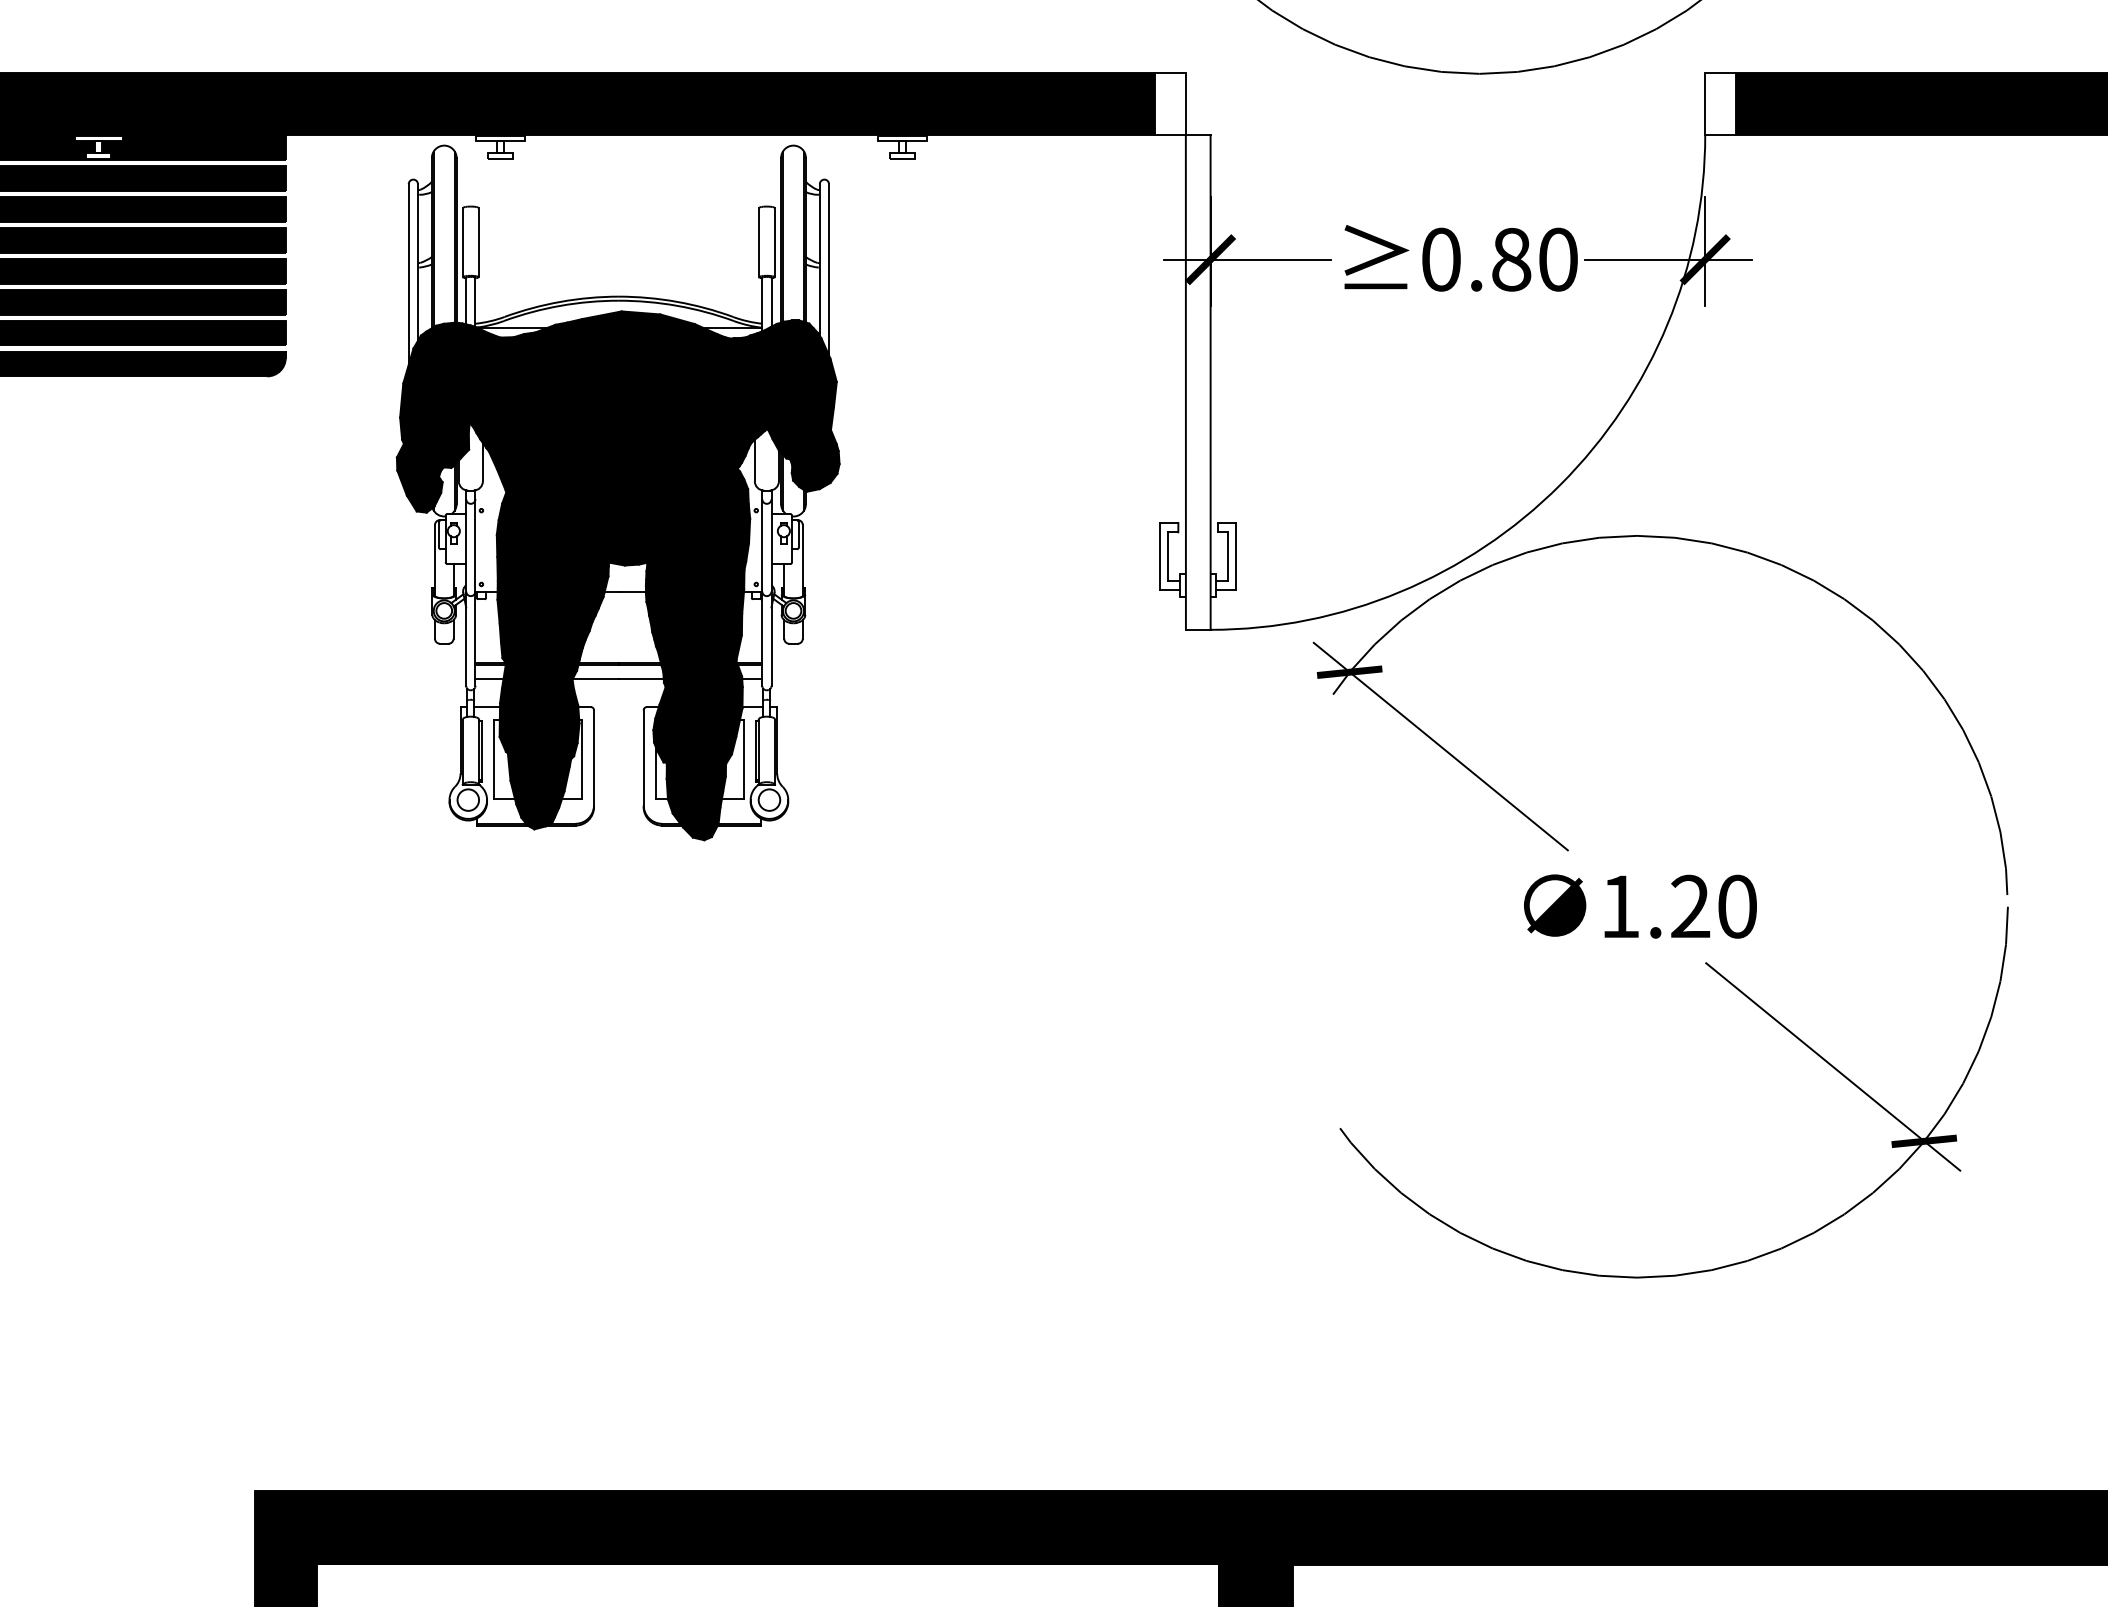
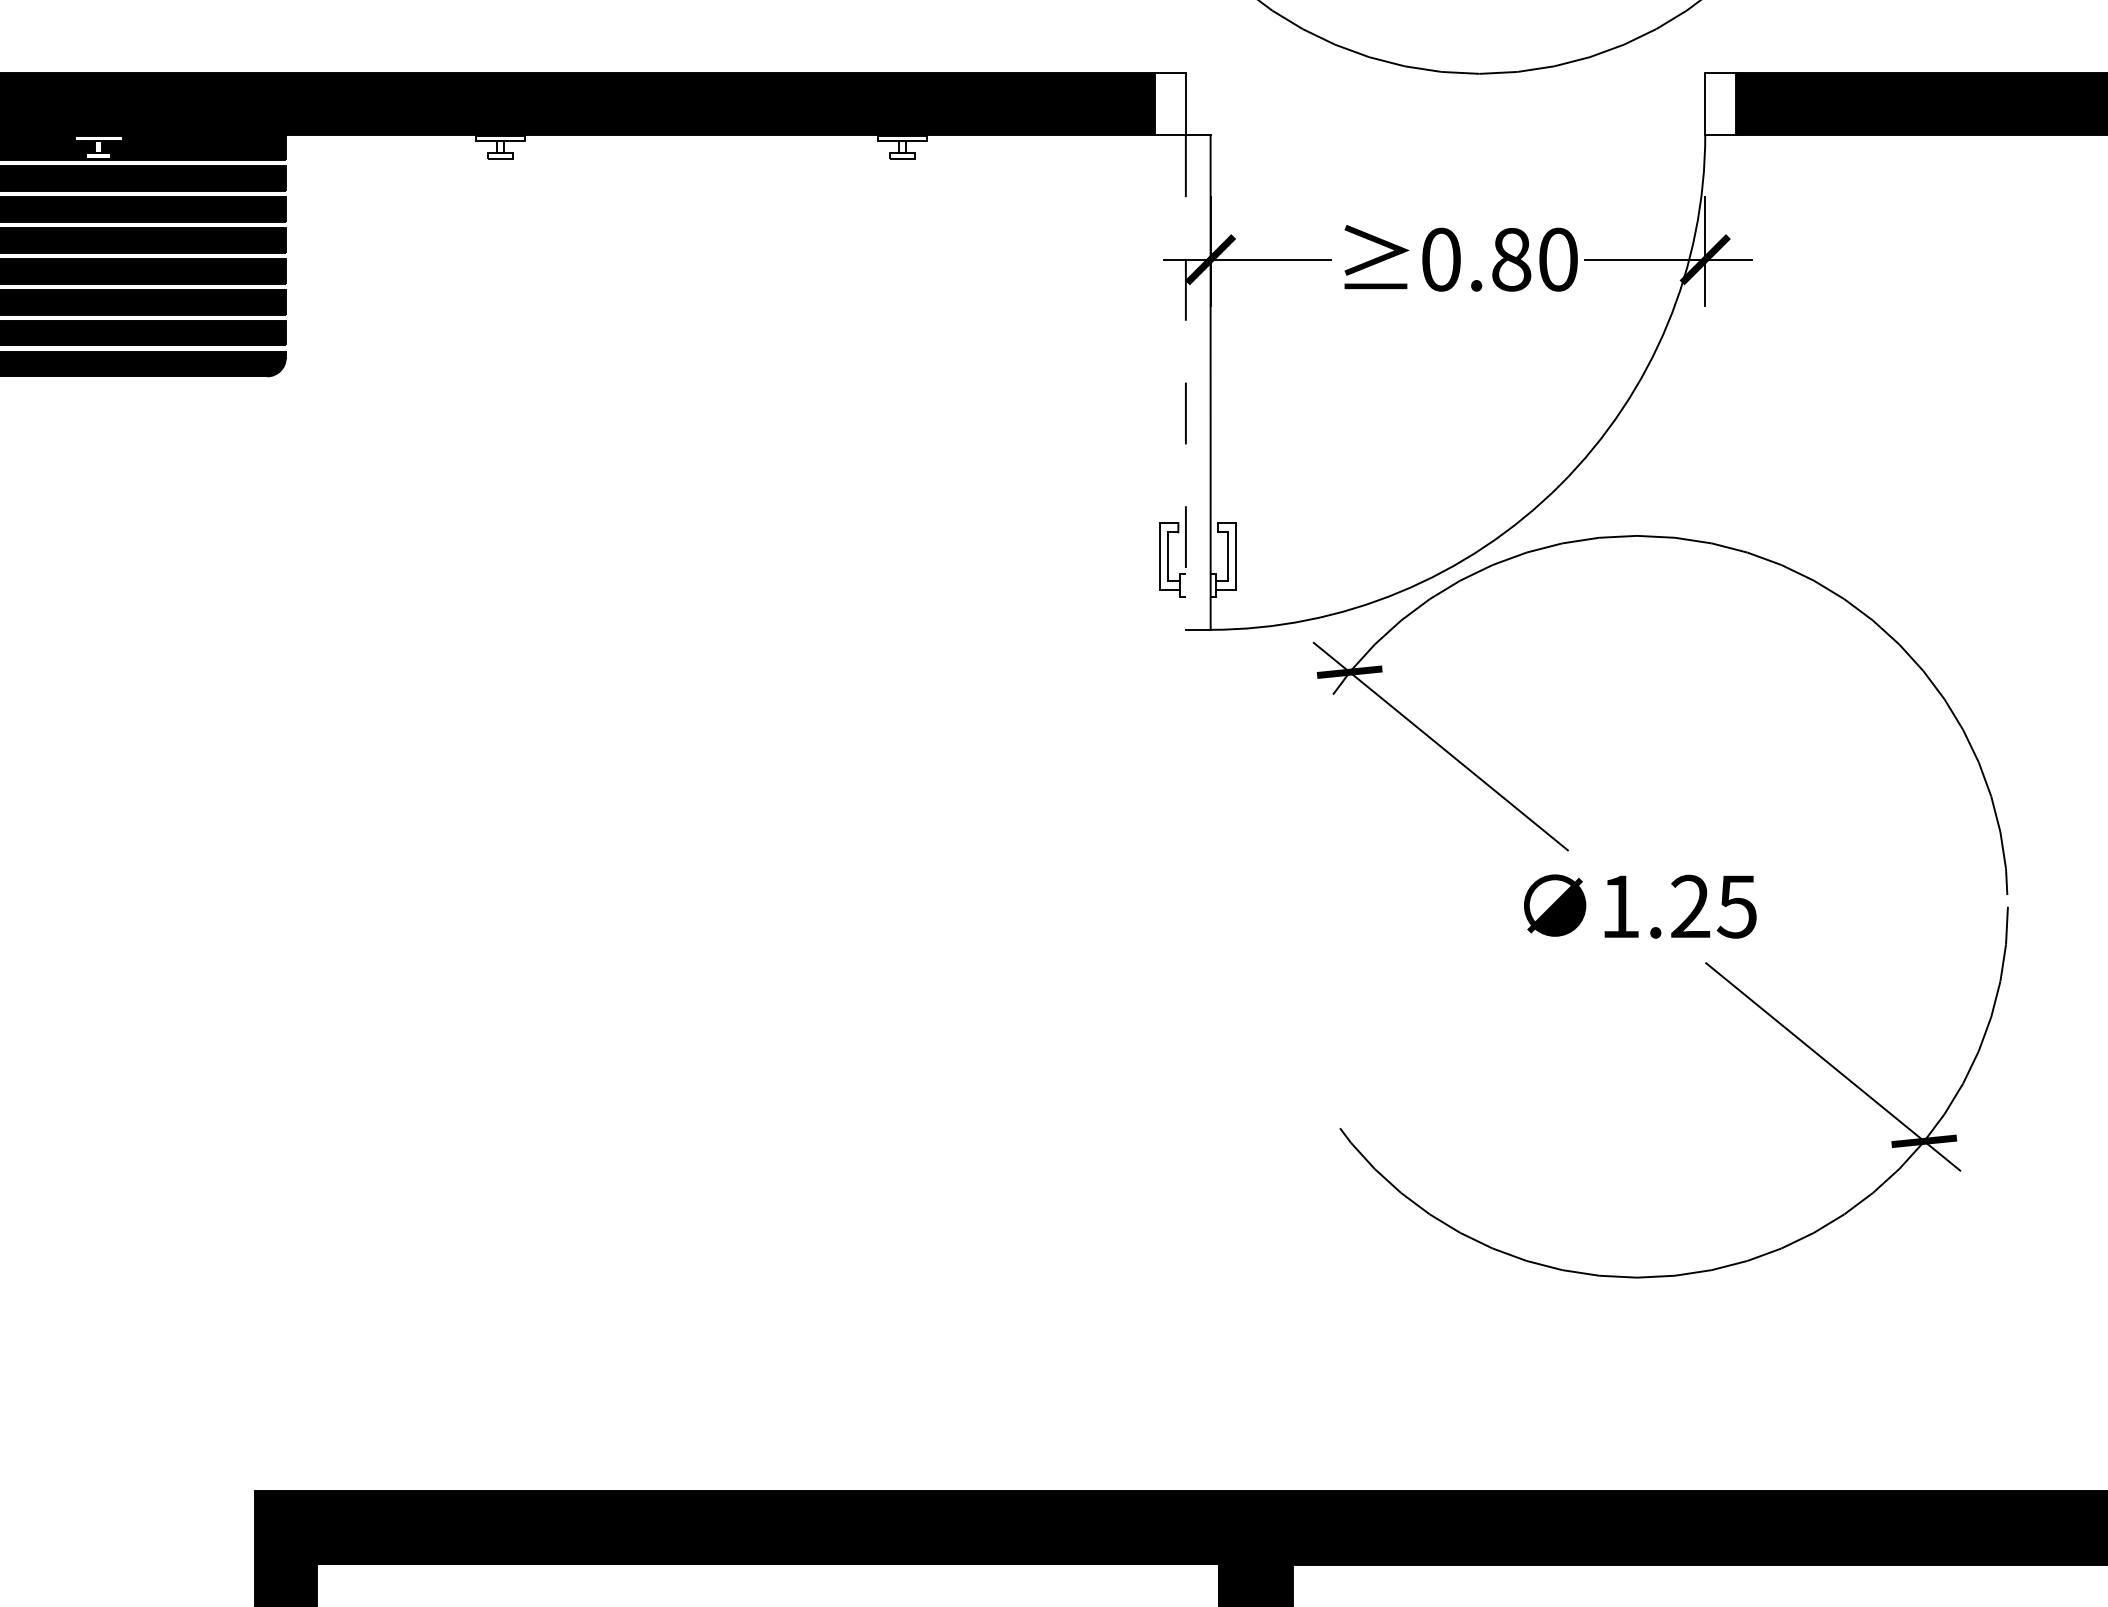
line at (1185, 383): solid -> dashed
part at (617, 492): present -> none
text at (1736, 906): 1.20 -> 1.25
